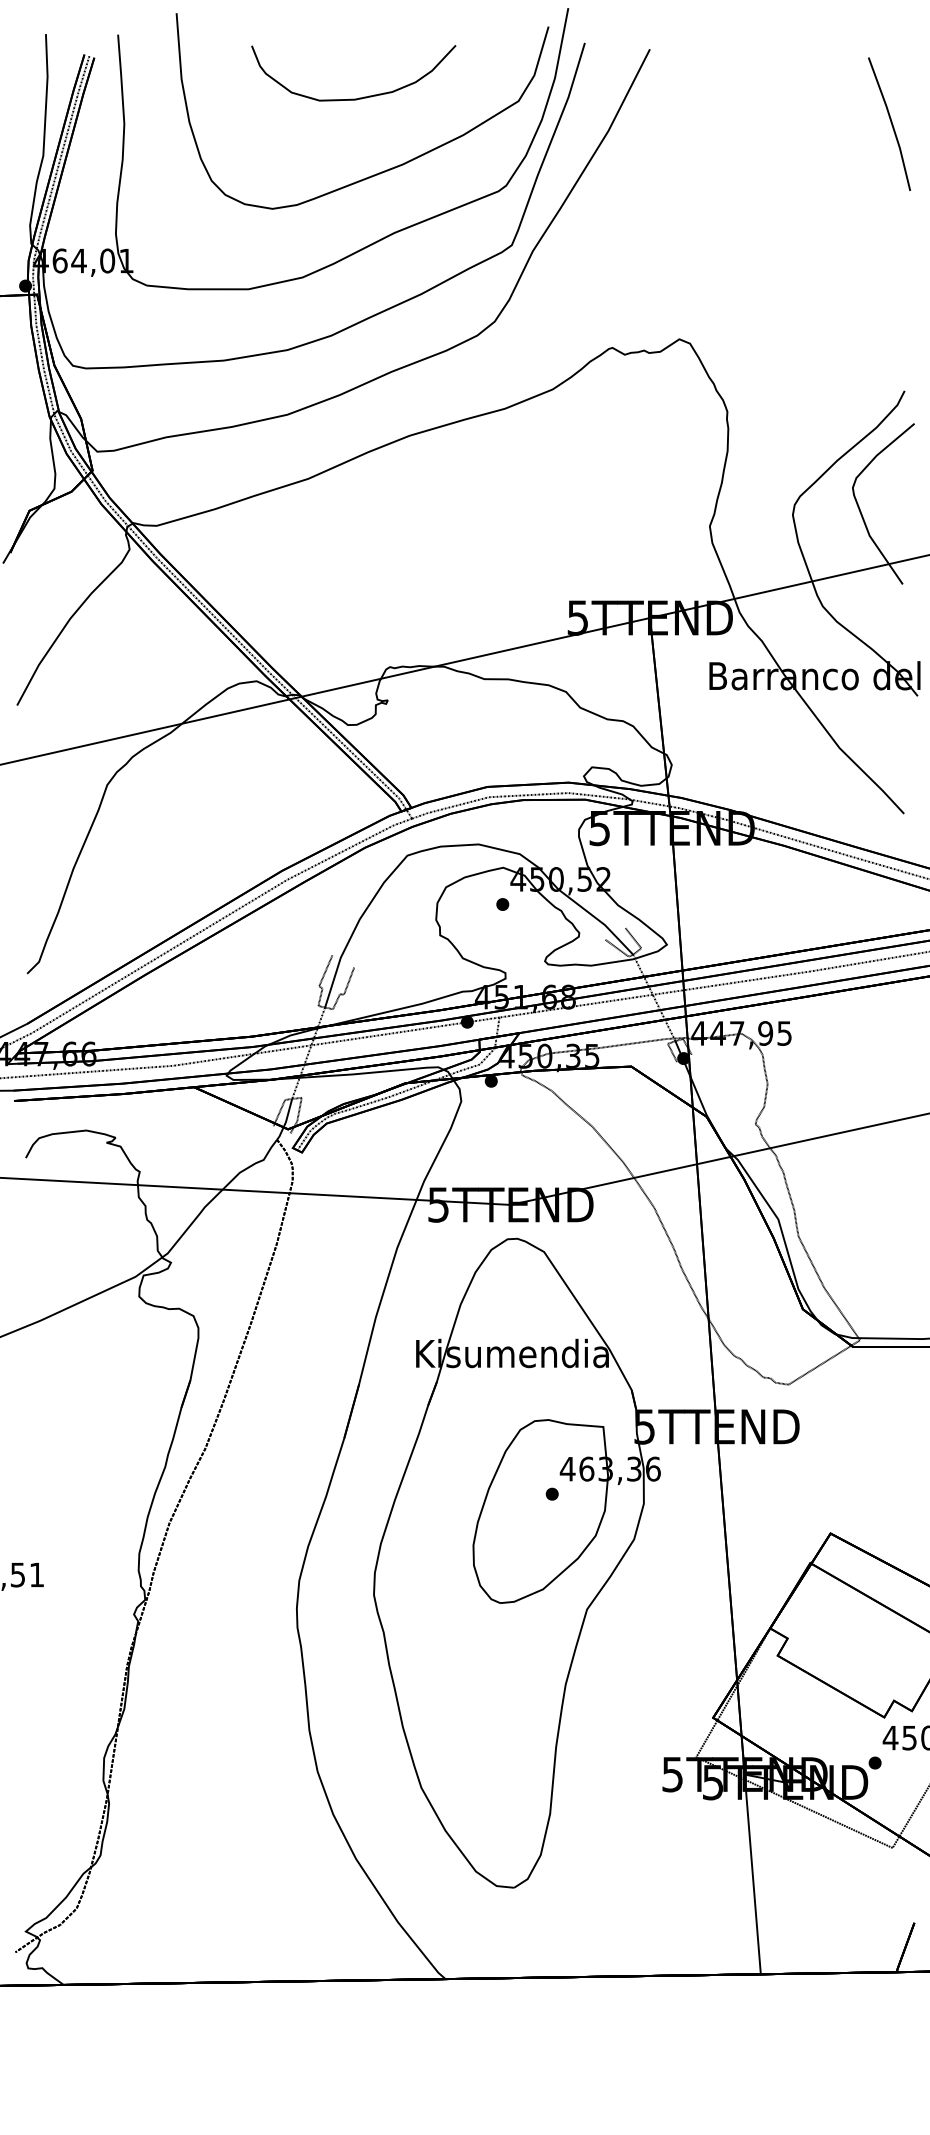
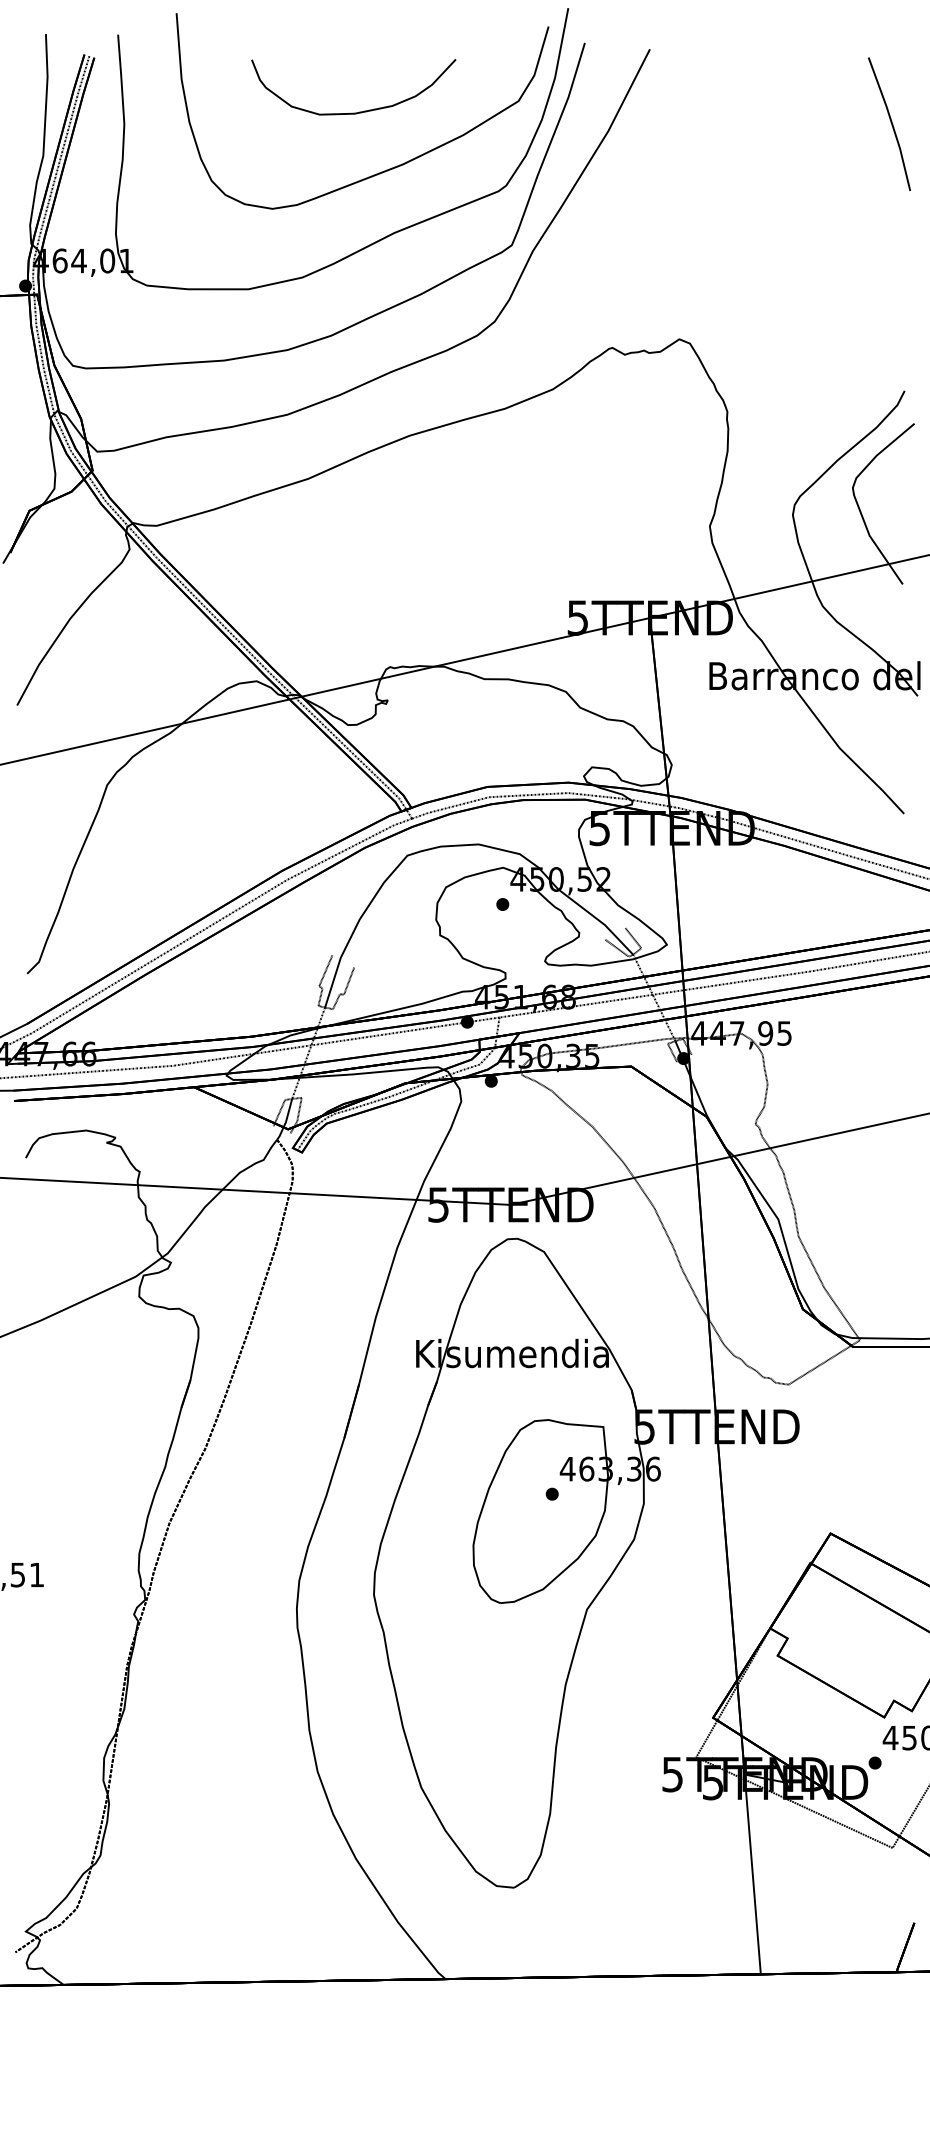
part at (359, 97) position: (359, 97) -> (359, 111)
